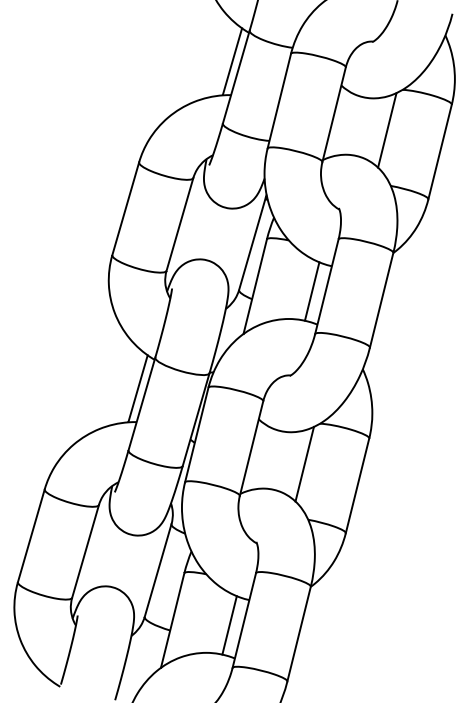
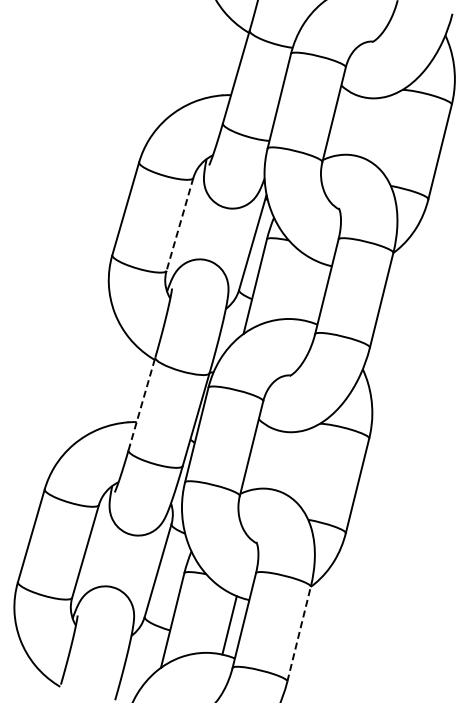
line at (232, 61): present -> none
line at (387, 130): present -> none
line at (179, 224): solid -> dashed
line at (311, 291): present -> none
line at (137, 388): present -> none
line at (142, 403): solid -> dashed
line at (304, 463): present -> none
line at (299, 634): solid -> dashed
